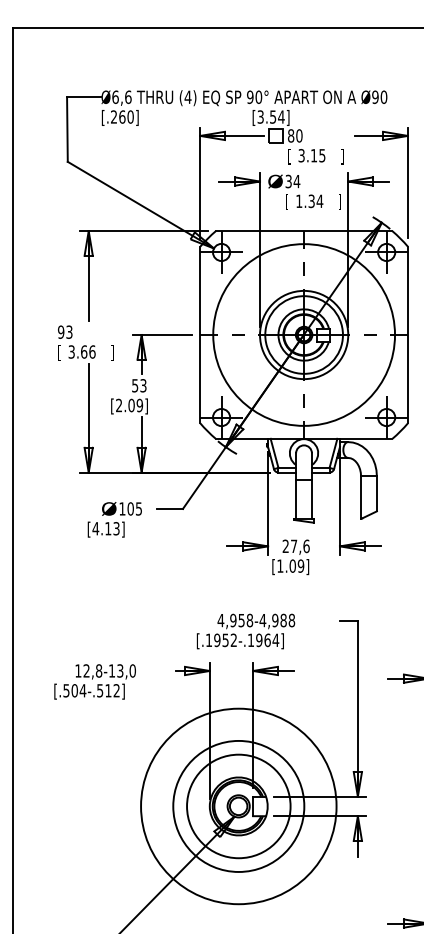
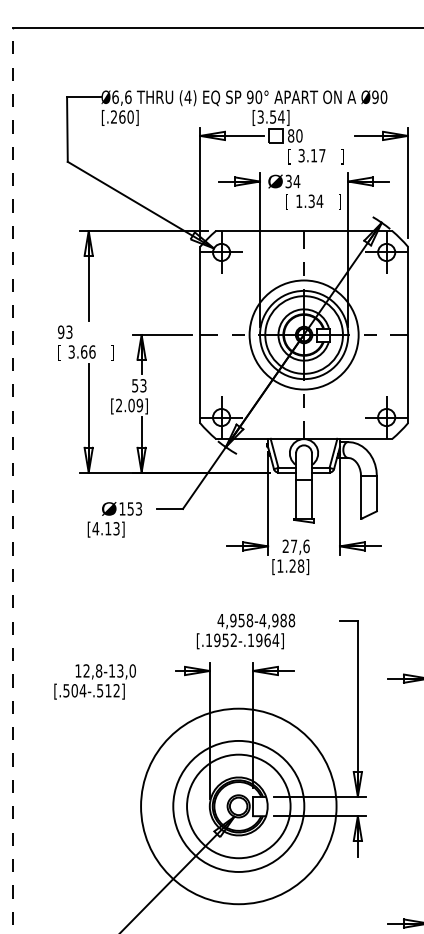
text at (322, 155): 3.15 -> 3.17
circle at (304, 334) diameter: 182 px -> 109 px
line at (12, 480): solid -> dashed
text at (134, 508): 105 -> 153
text at (296, 565): [1.09] -> [1.28]
